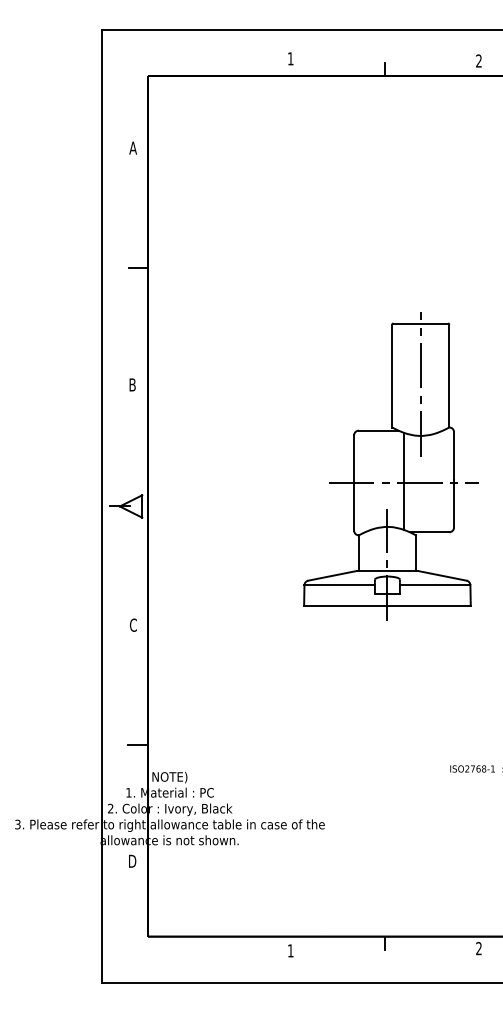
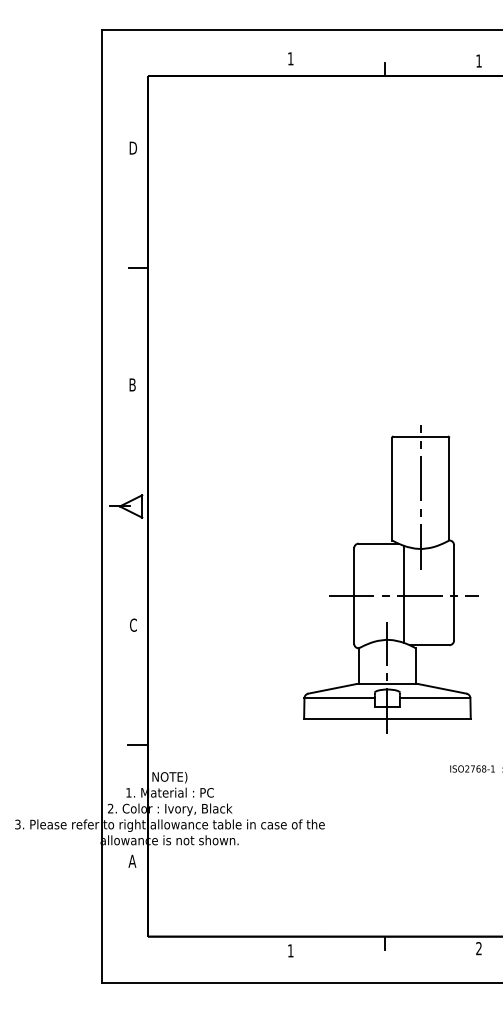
text at (478, 60): 2 -> 1
text at (132, 147): A -> D
part at (390, 466) position: (390, 466) -> (390, 579)
text at (132, 860): D -> A
